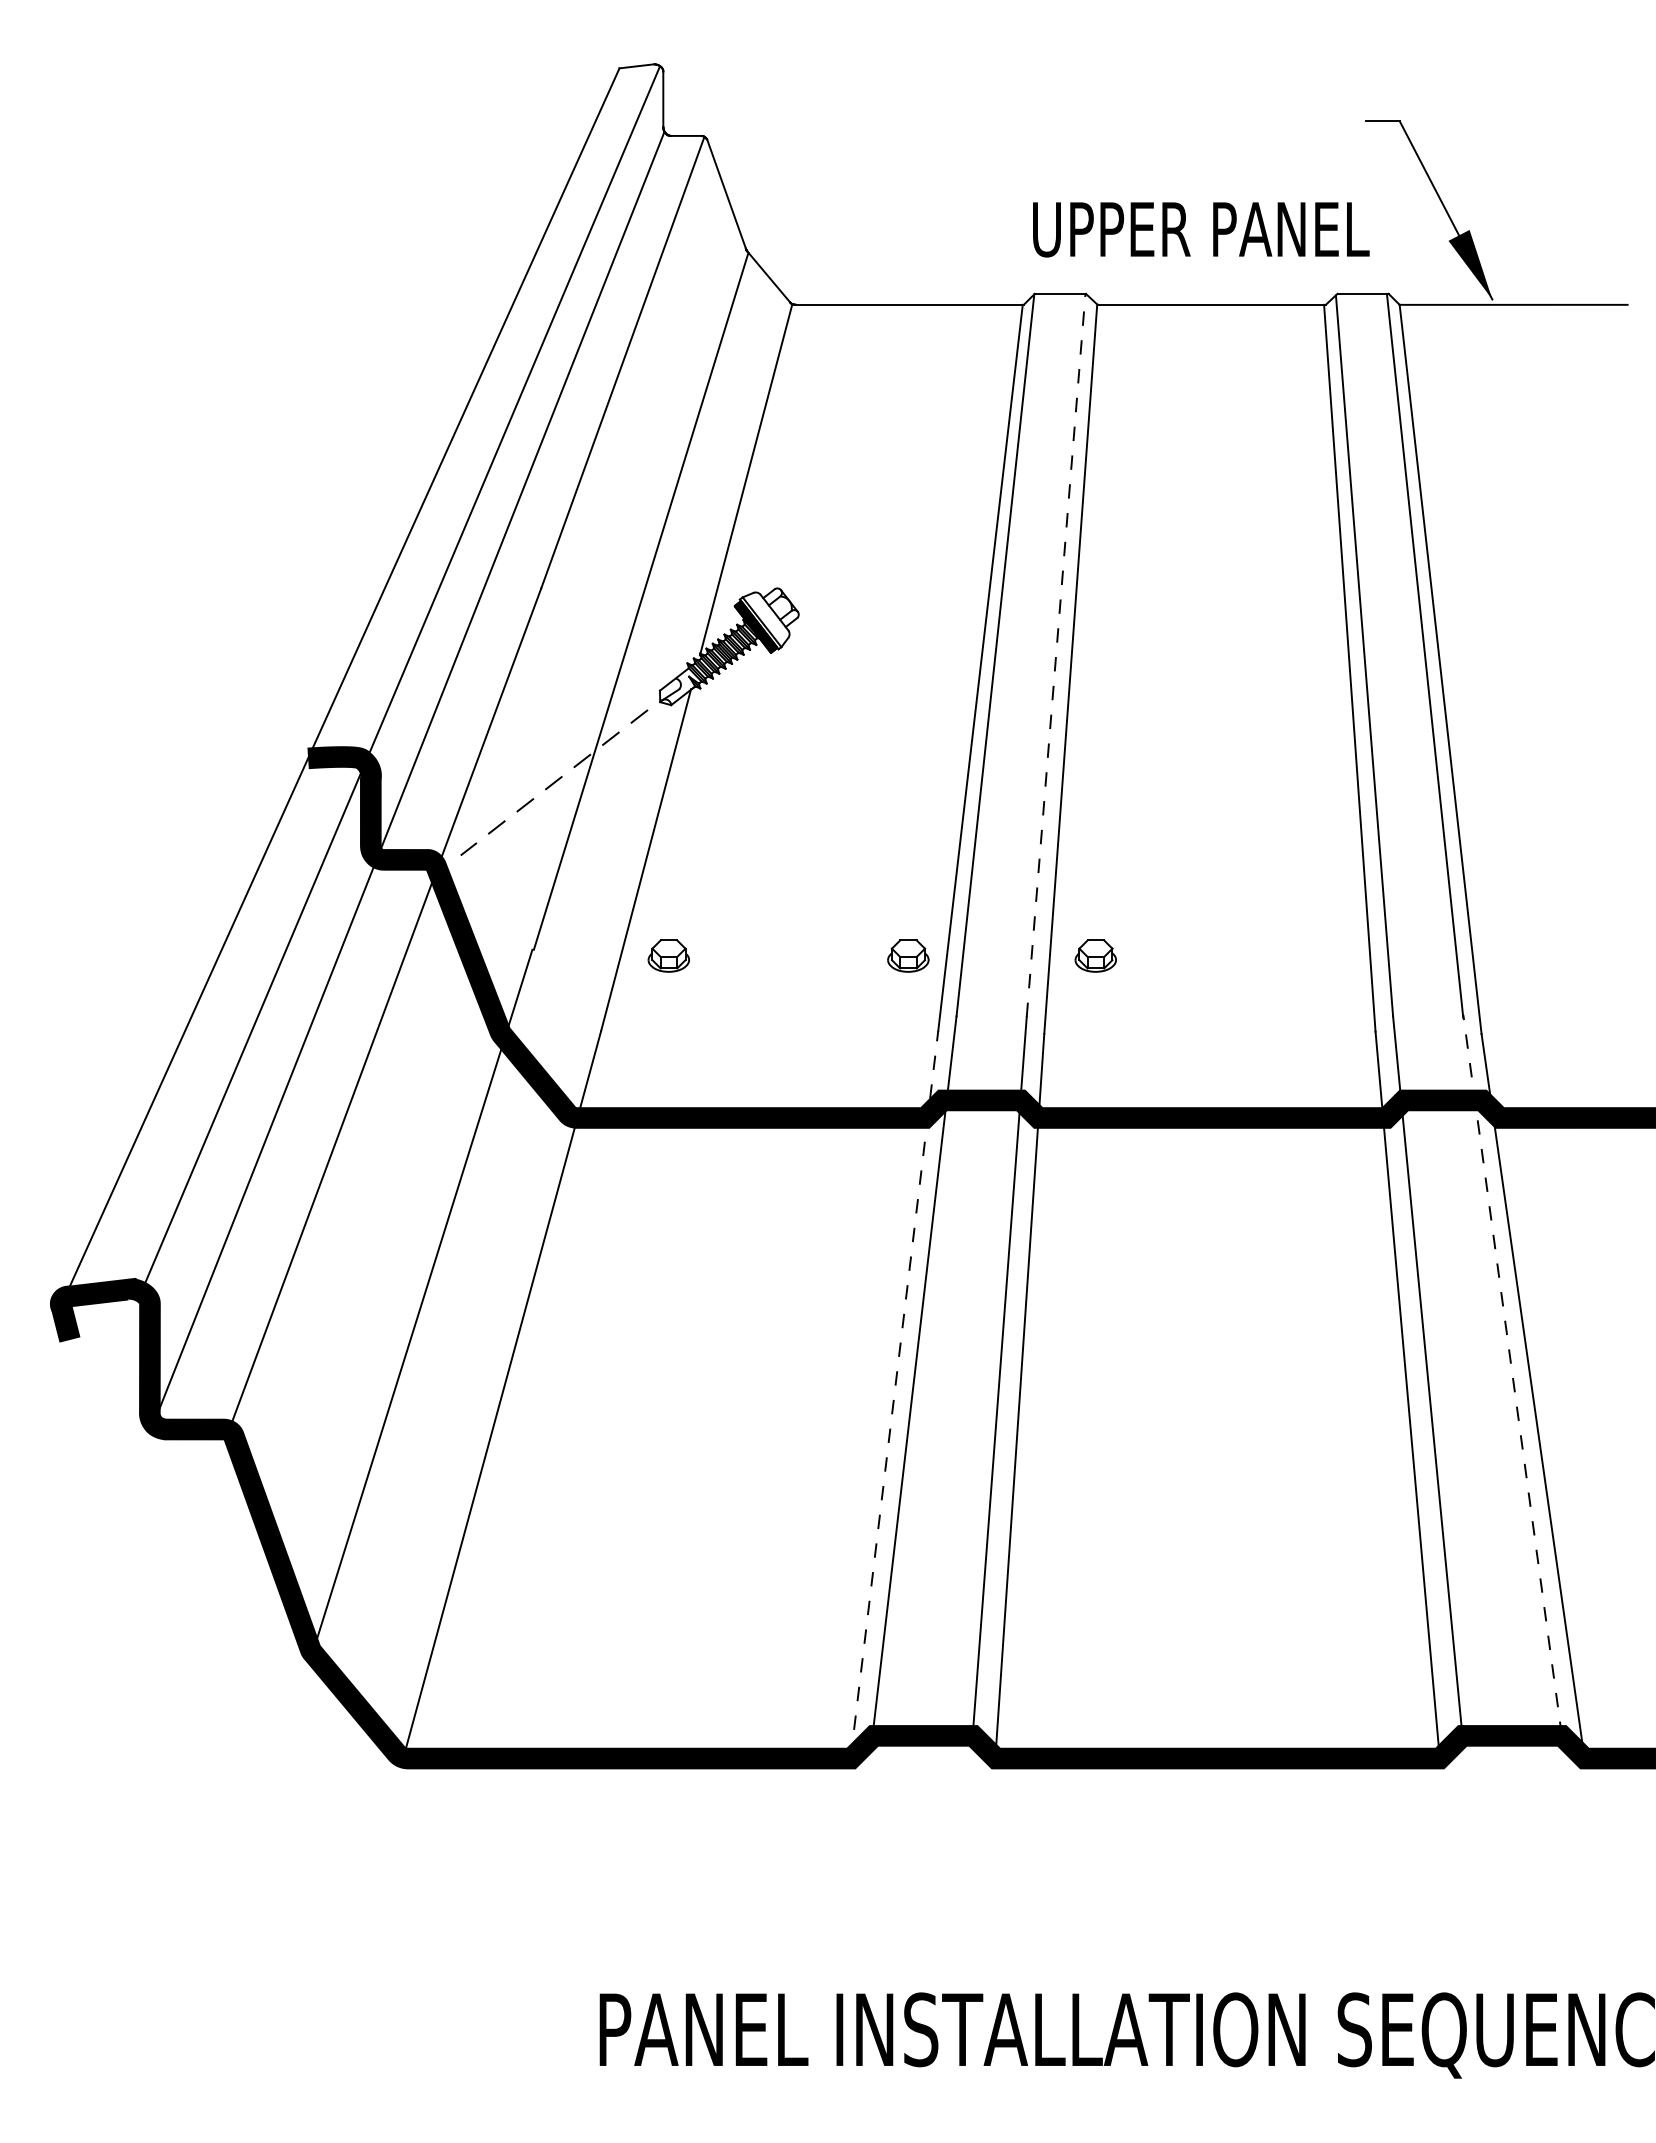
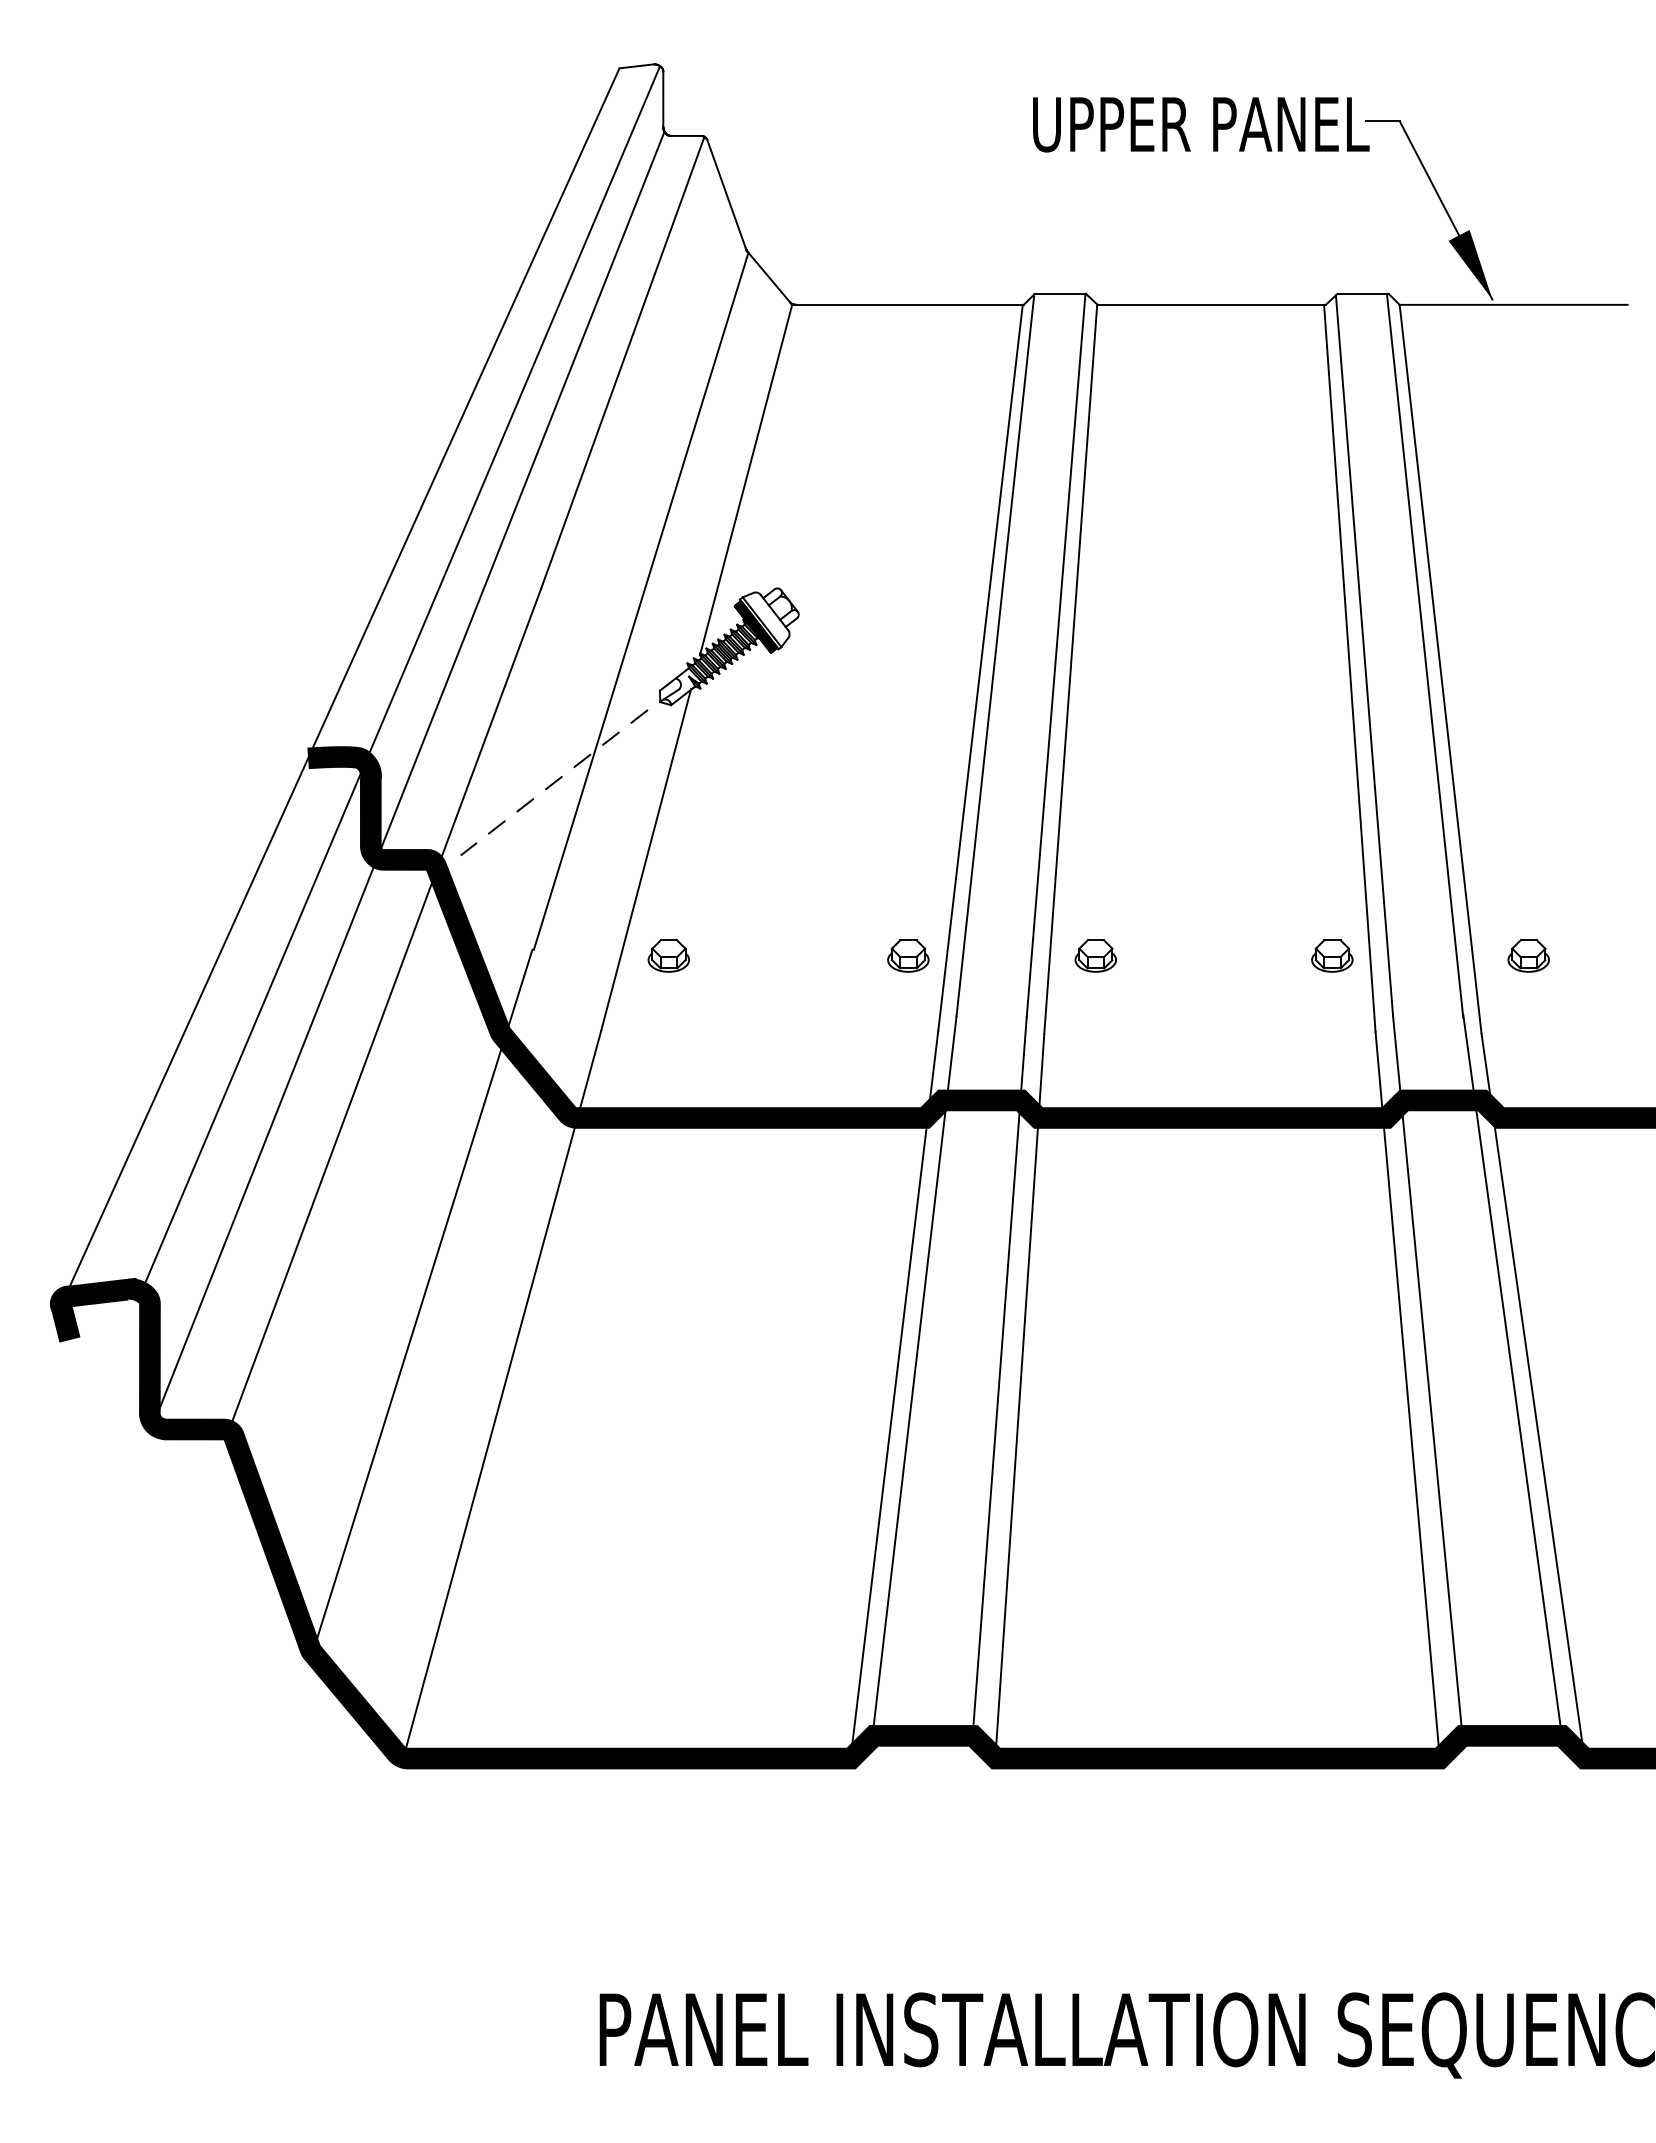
text at (1201, 229) position: (1201, 229) -> (1201, 124)
line at (1056, 655): dashed -> solid
part at (1332, 955): none -> present
part at (1528, 955): none -> present
line at (1512, 1375): dashed -> solid
line at (894, 1394): dashed -> solid
